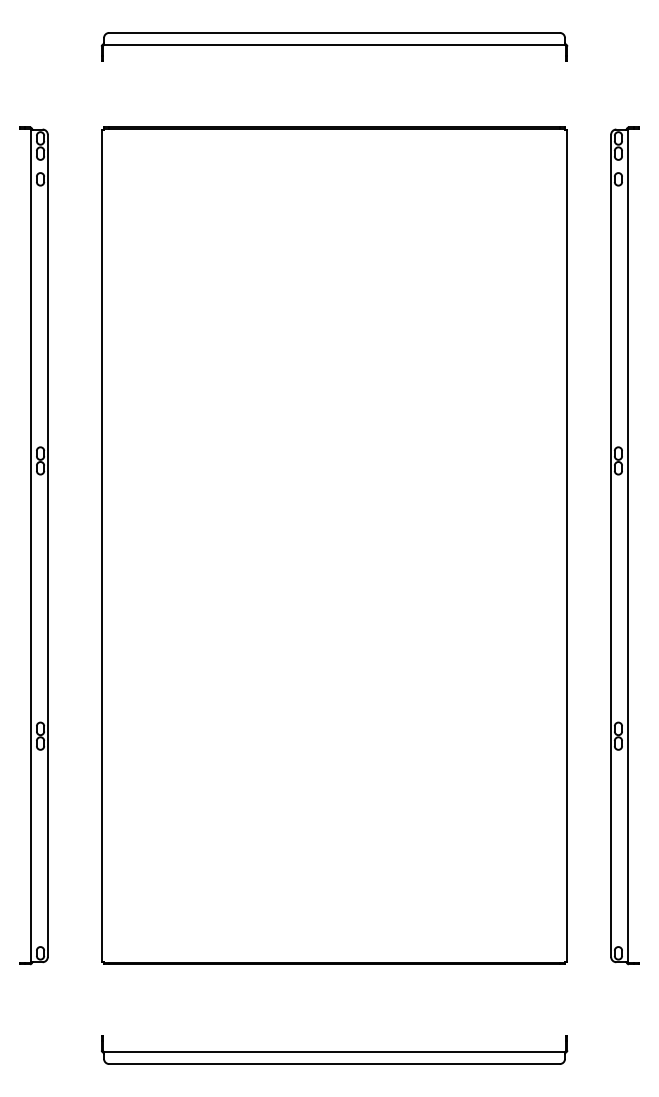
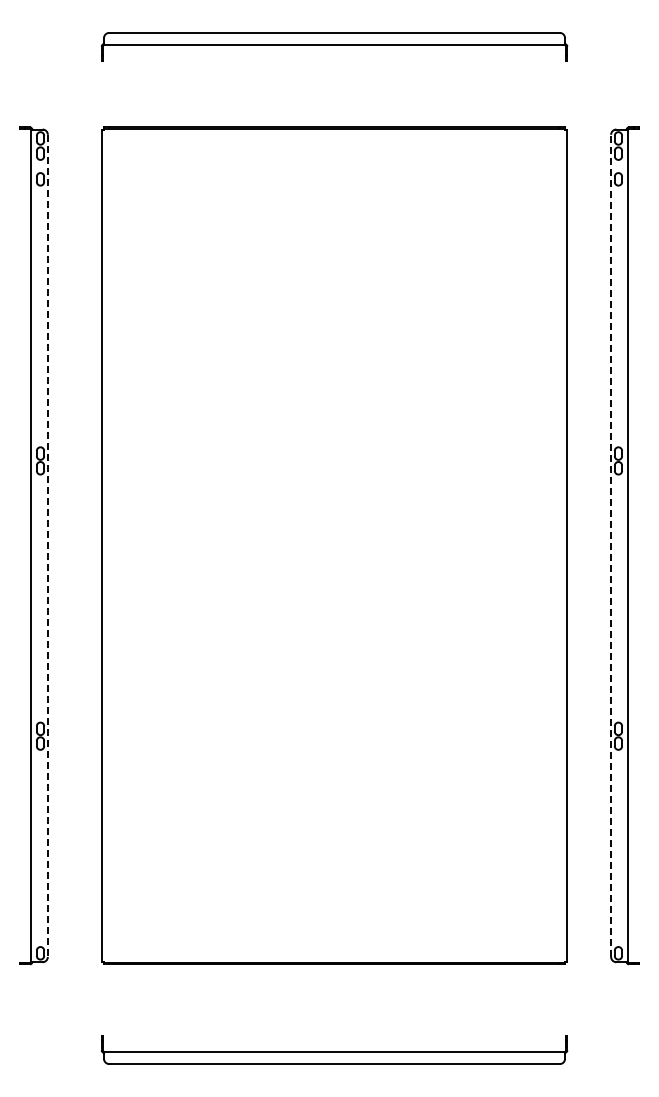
line at (611, 545): solid -> dashed
line at (47, 546): solid -> dashed
